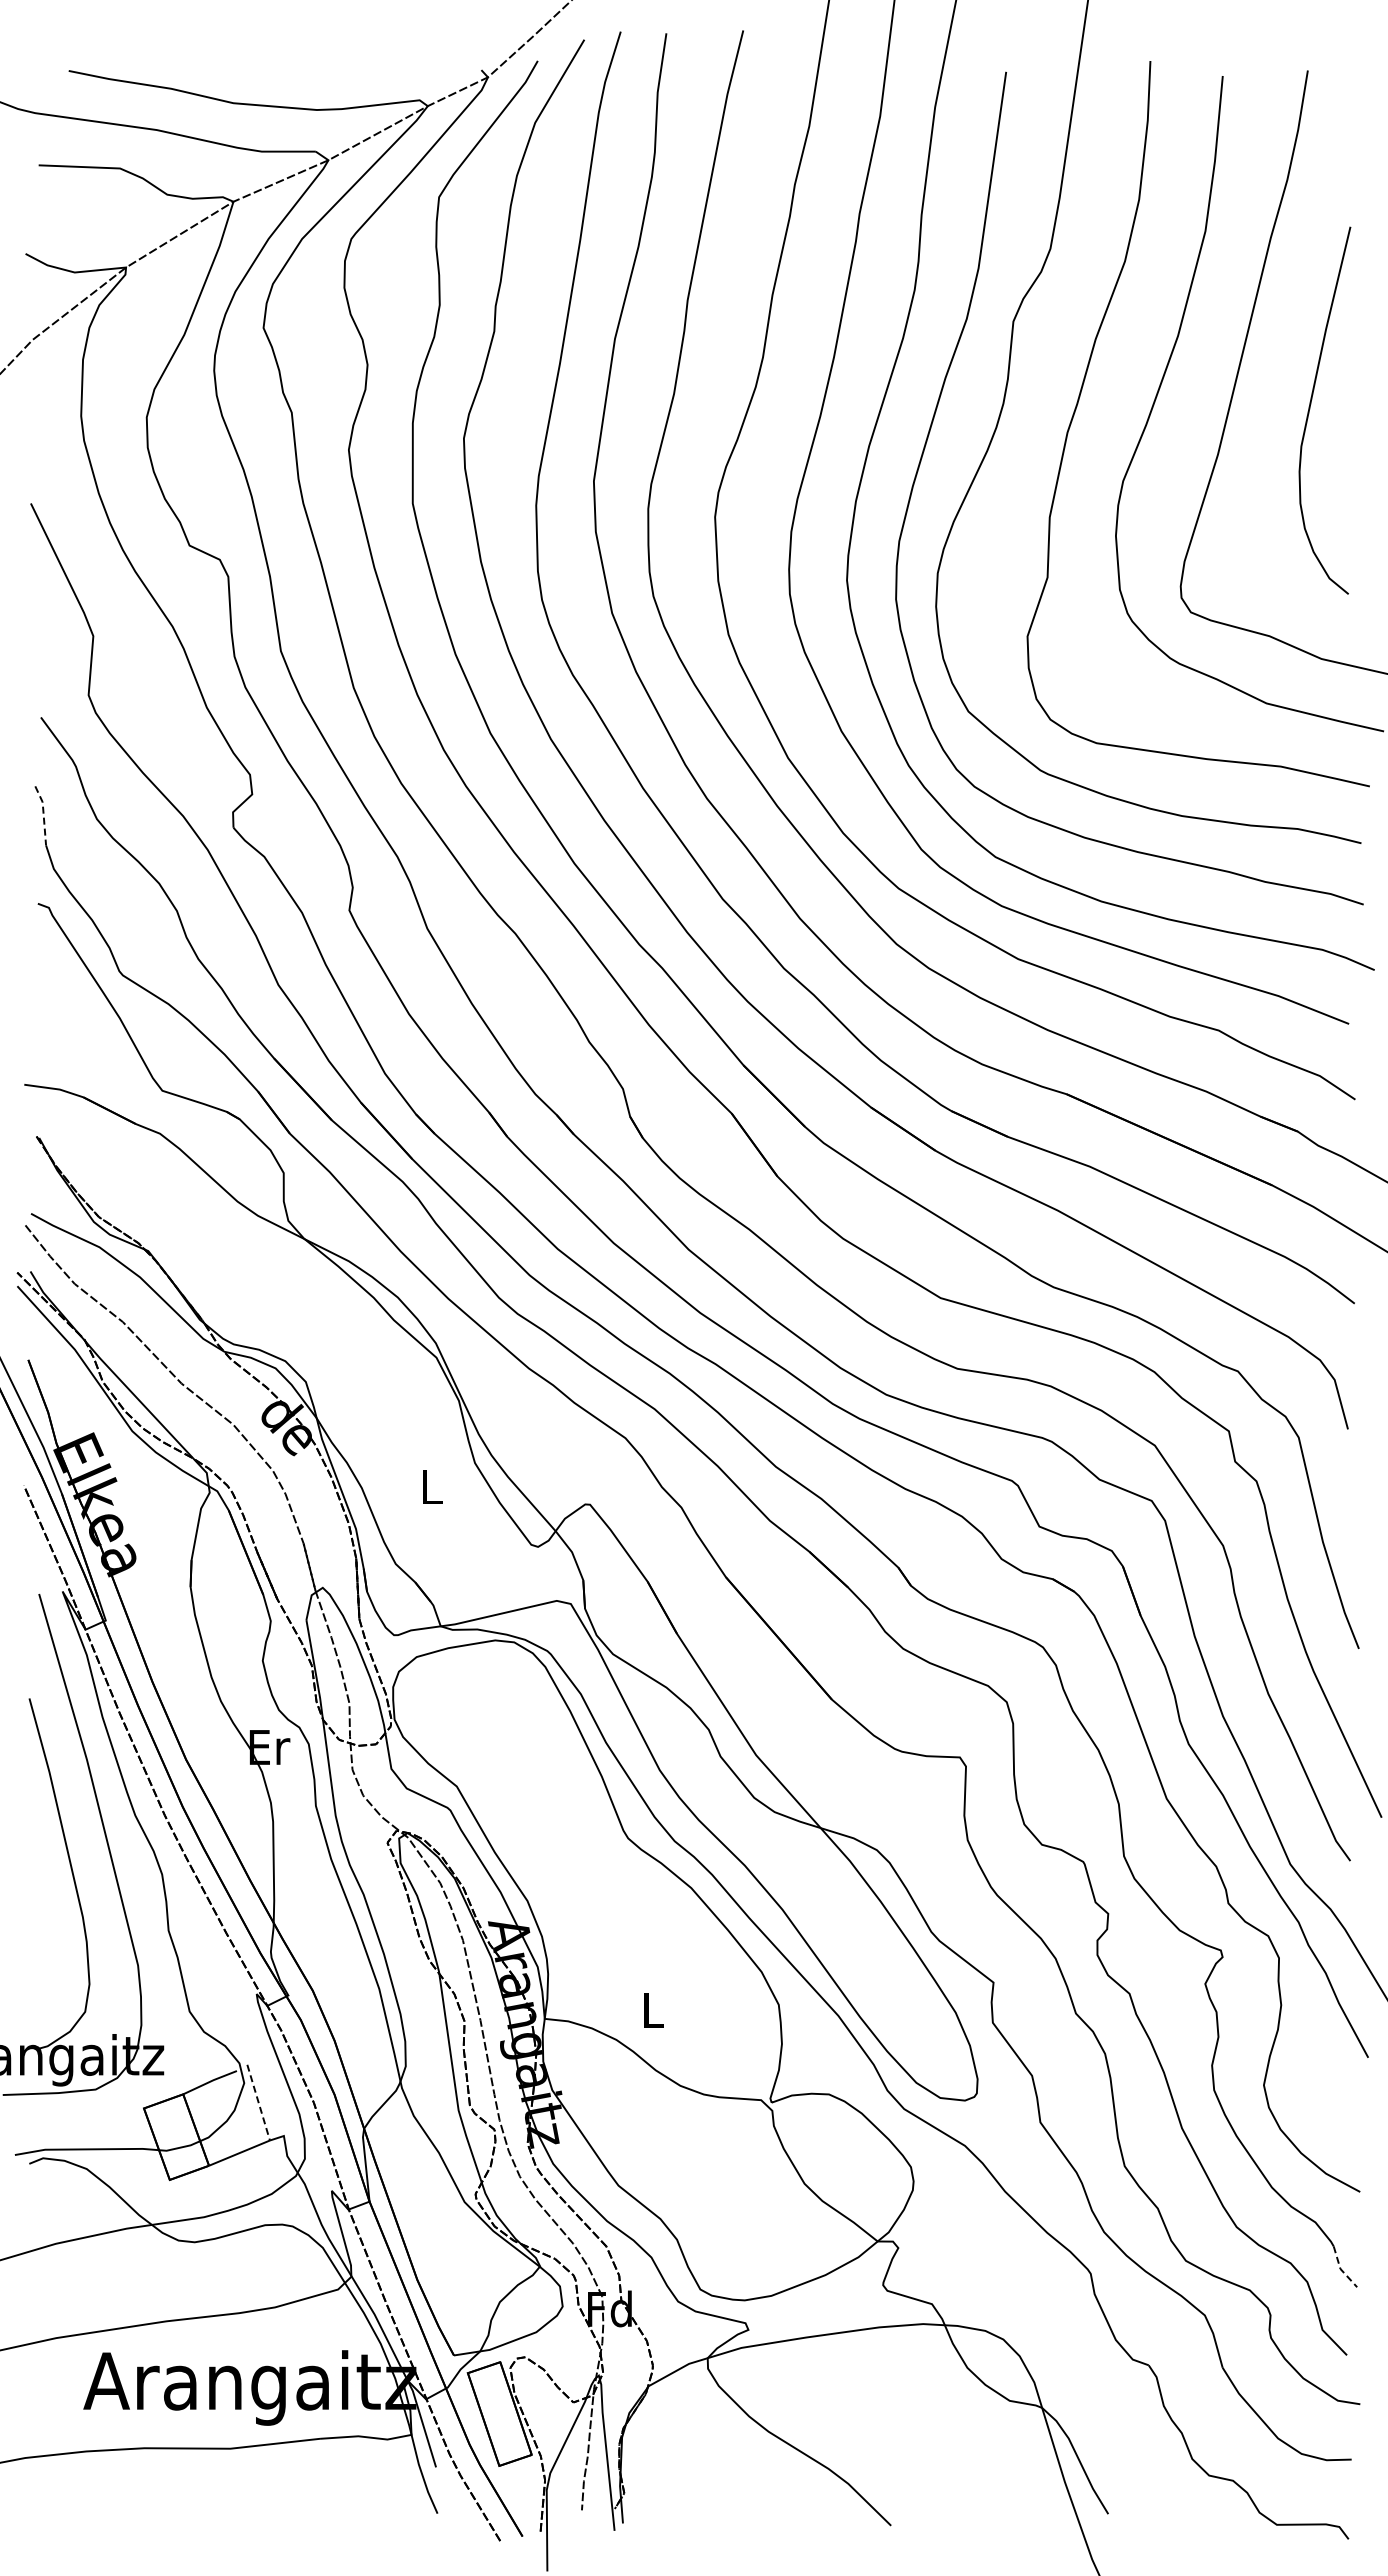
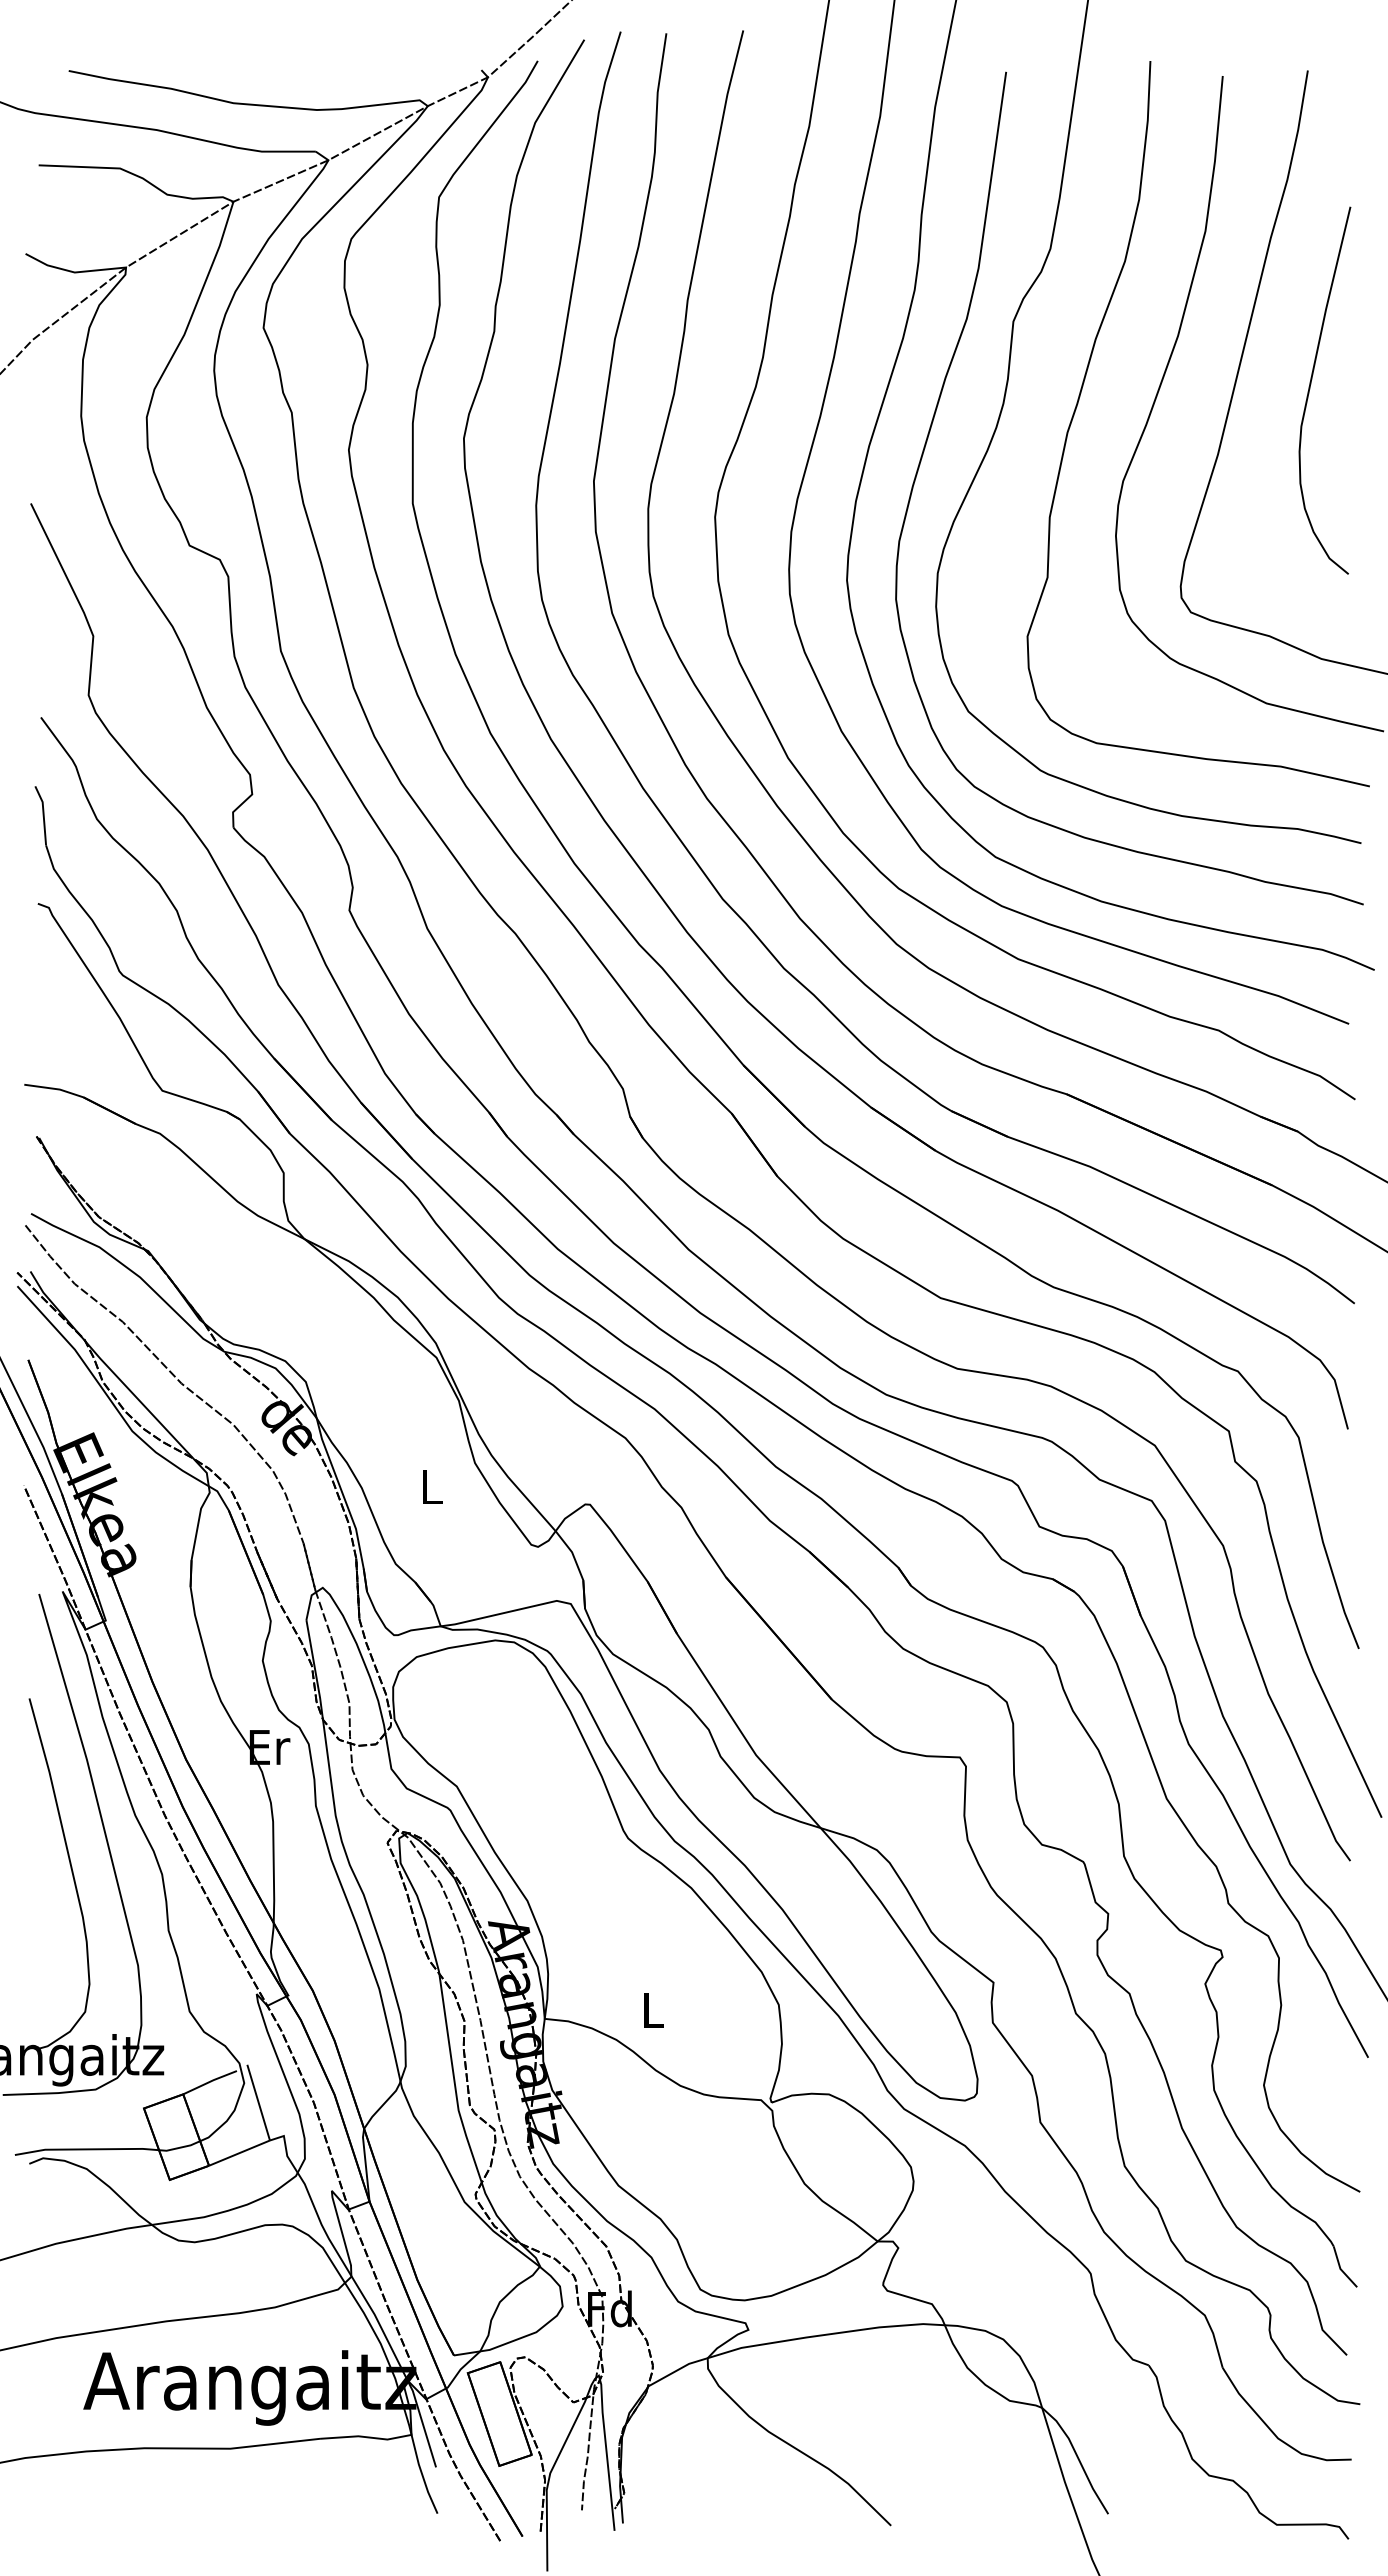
curve at (1310, 409) position: (1310, 409) -> (1310, 389)
line at (43, 814): dashed -> solid
line at (258, 2102): dashed -> solid
line at (1340, 2268): dashed -> solid
